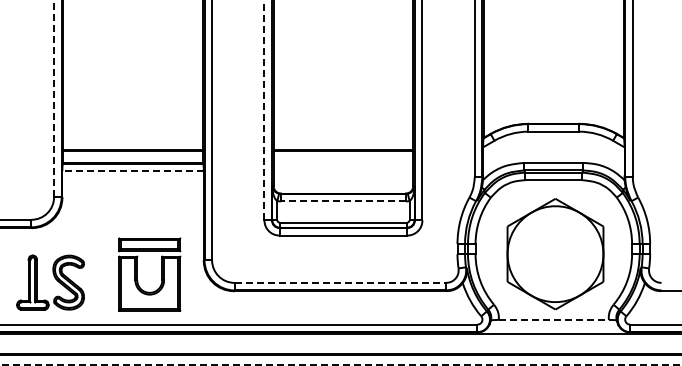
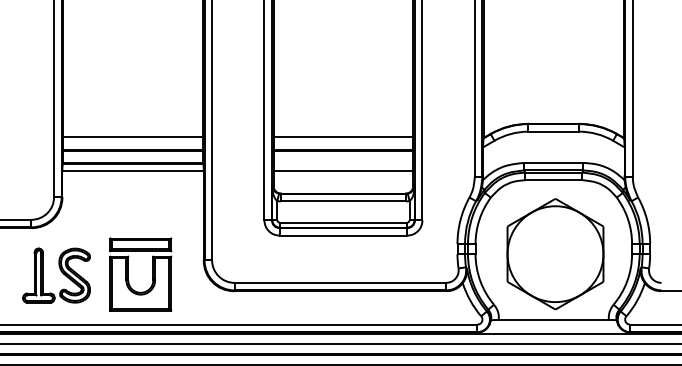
line at (54, 98): dashed -> solid
line at (264, 110): dashed -> solid
line at (132, 137): none -> present
line at (343, 137): none -> present
line at (343, 170): none -> present
line at (133, 171): dashed -> solid
line at (343, 201): dashed -> solid
part at (137, 274) position: (137, 274) -> (128, 274)
part at (50, 282) position: (50, 282) -> (56, 275)
line at (340, 282): dashed -> solid
line at (554, 319): dashed -> solid
line at (340, 344): none -> present
line at (340, 365): dashed -> solid
